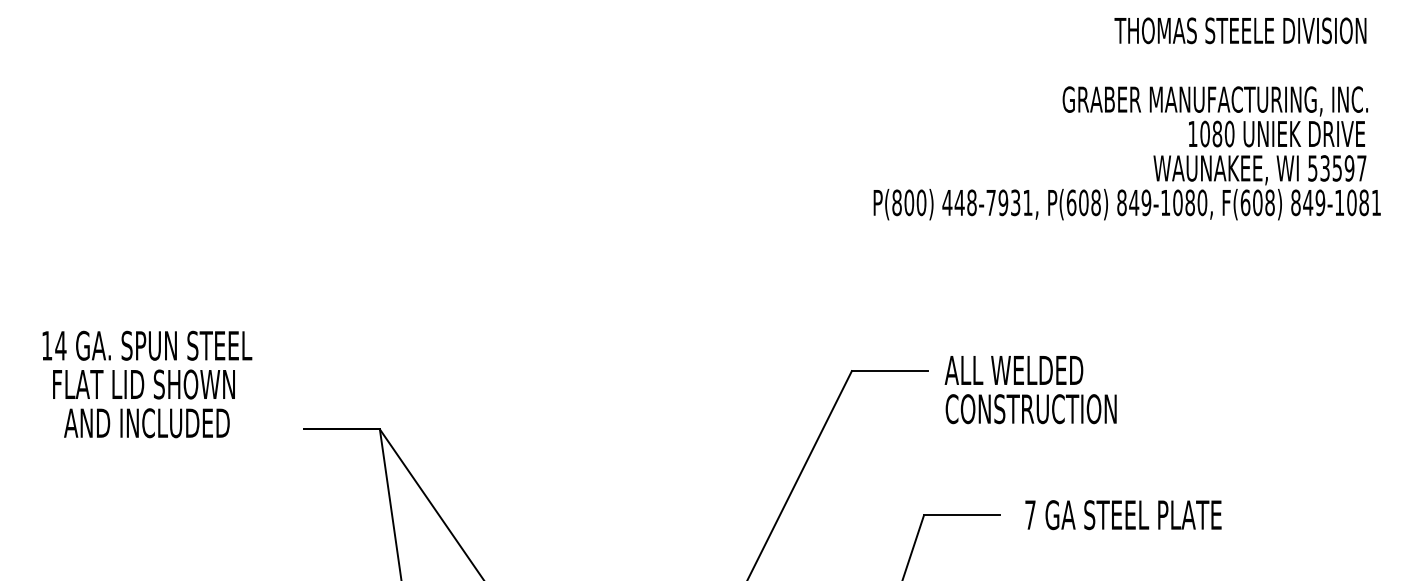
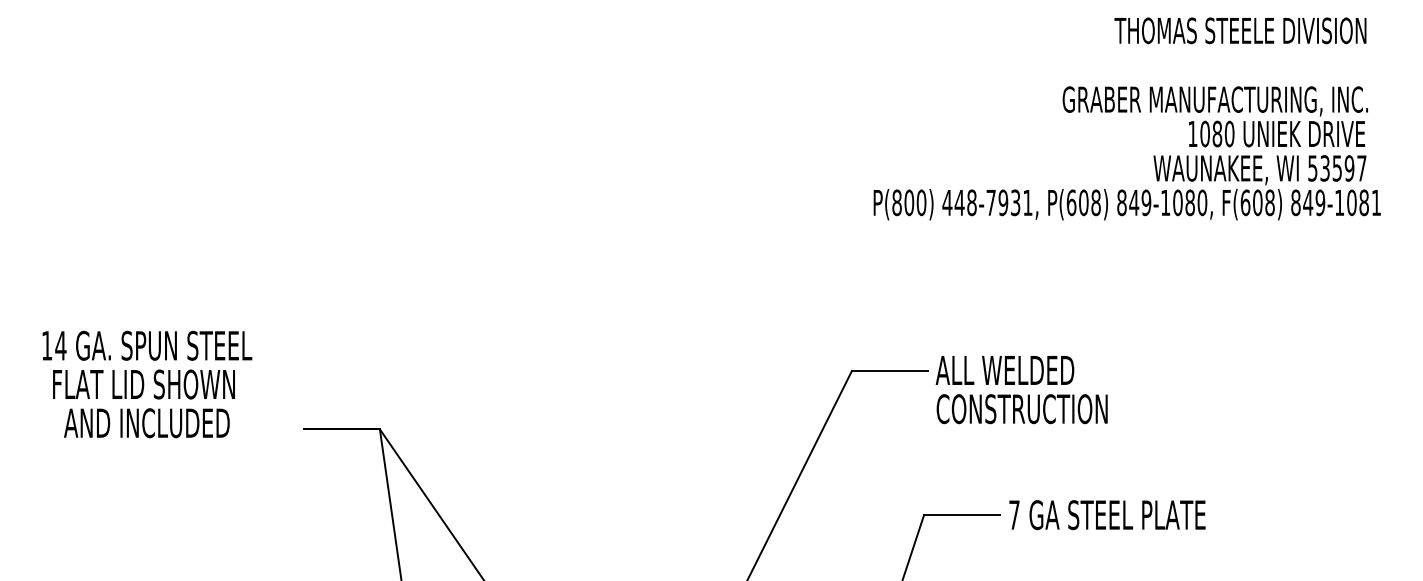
text at (1030, 390) position: (1030, 390) -> (1021, 390)
text at (1123, 515) position: (1123, 515) -> (1107, 515)
